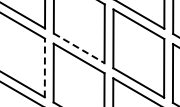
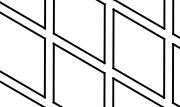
line at (79, 48): dashed -> solid
line at (44, 67): dashed -> solid
